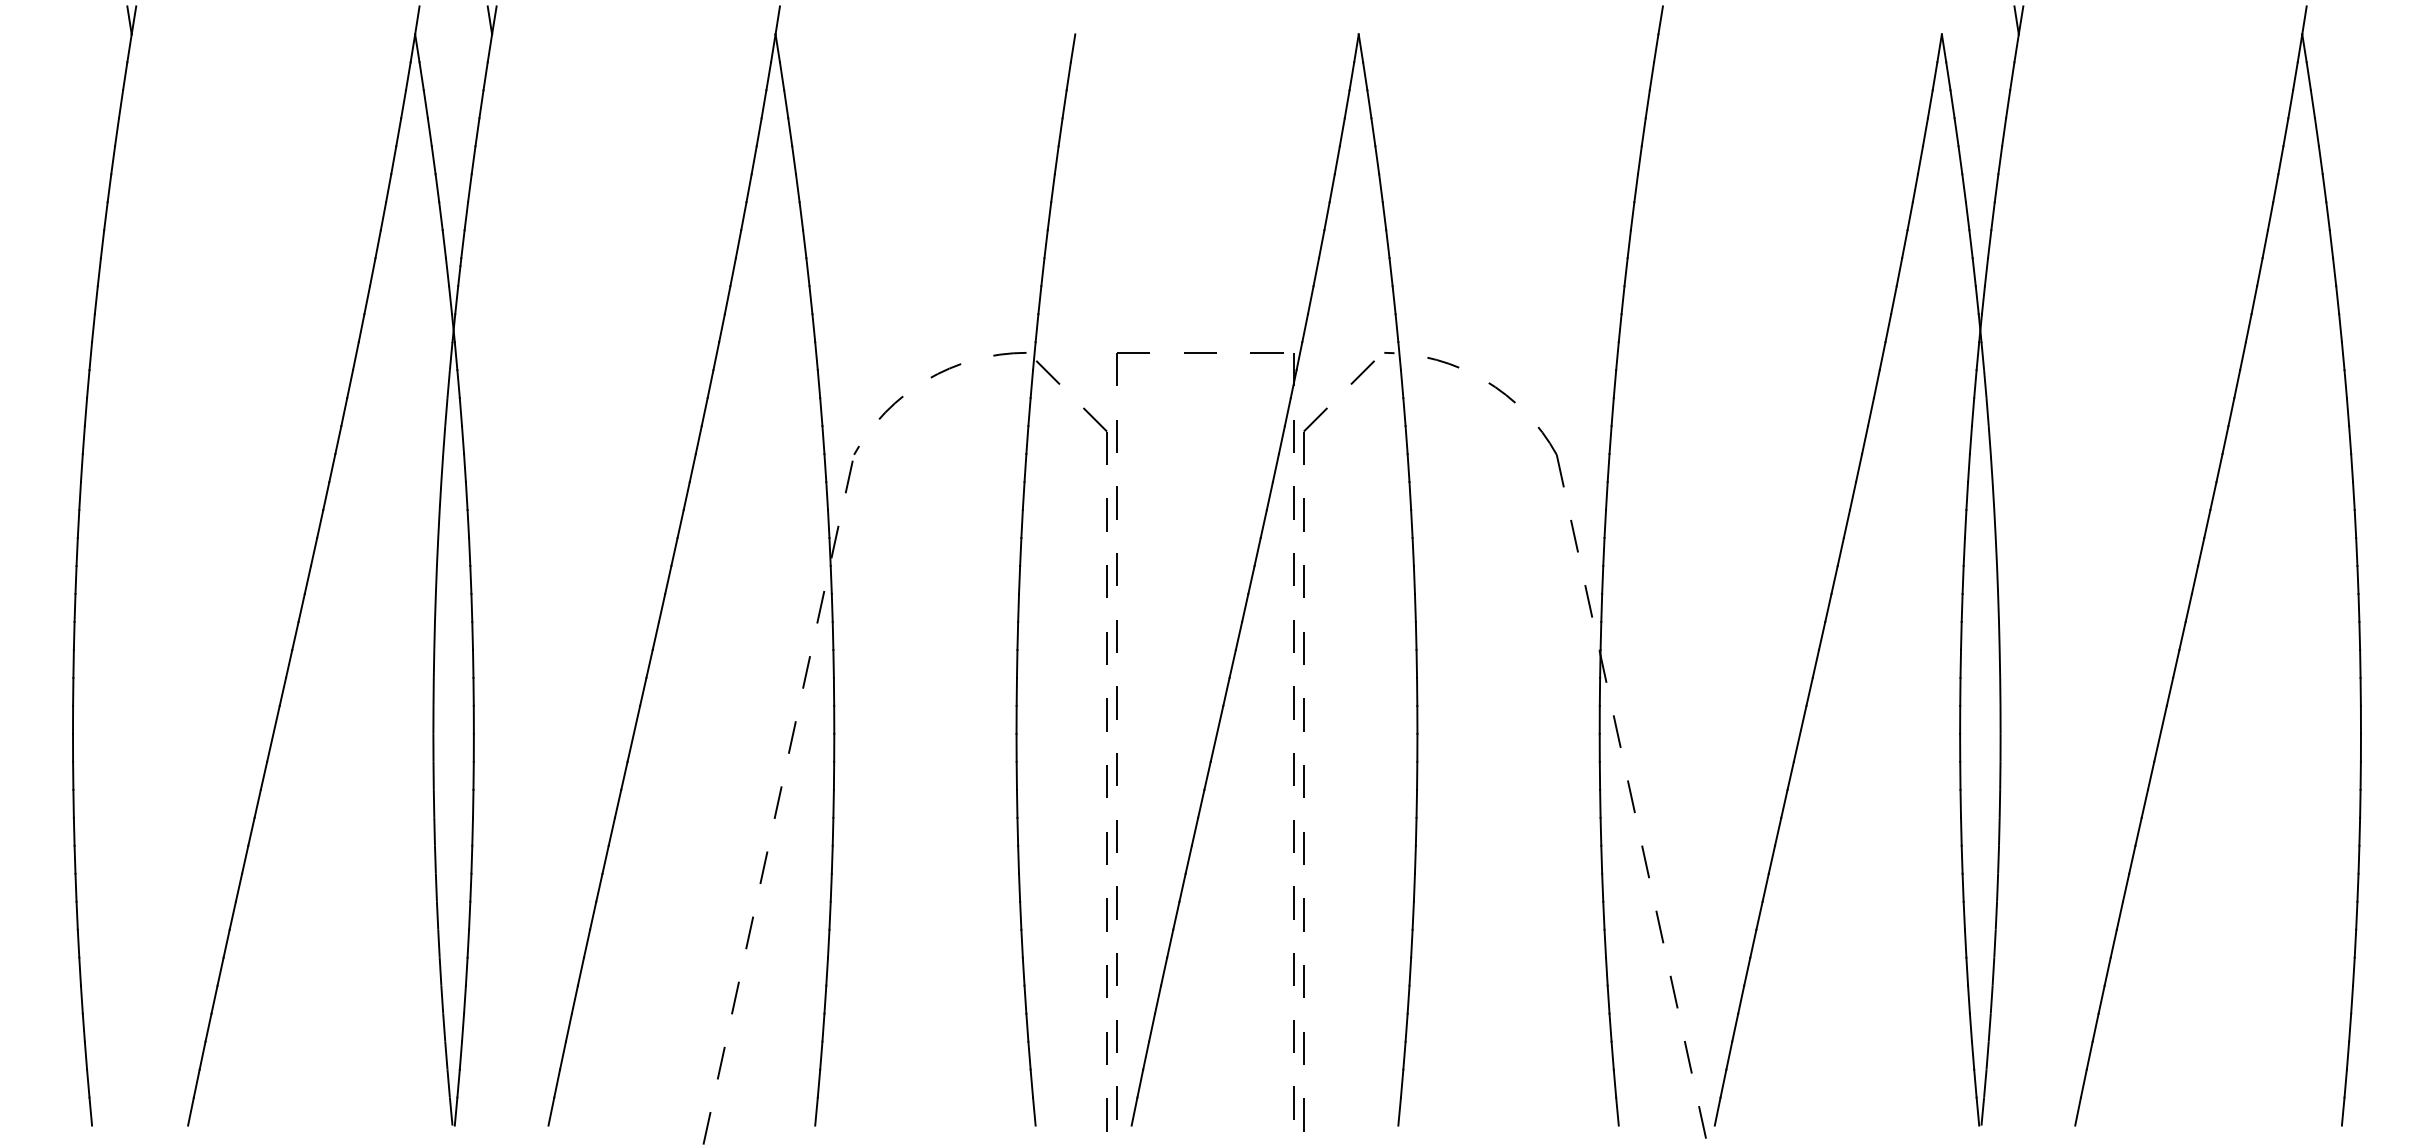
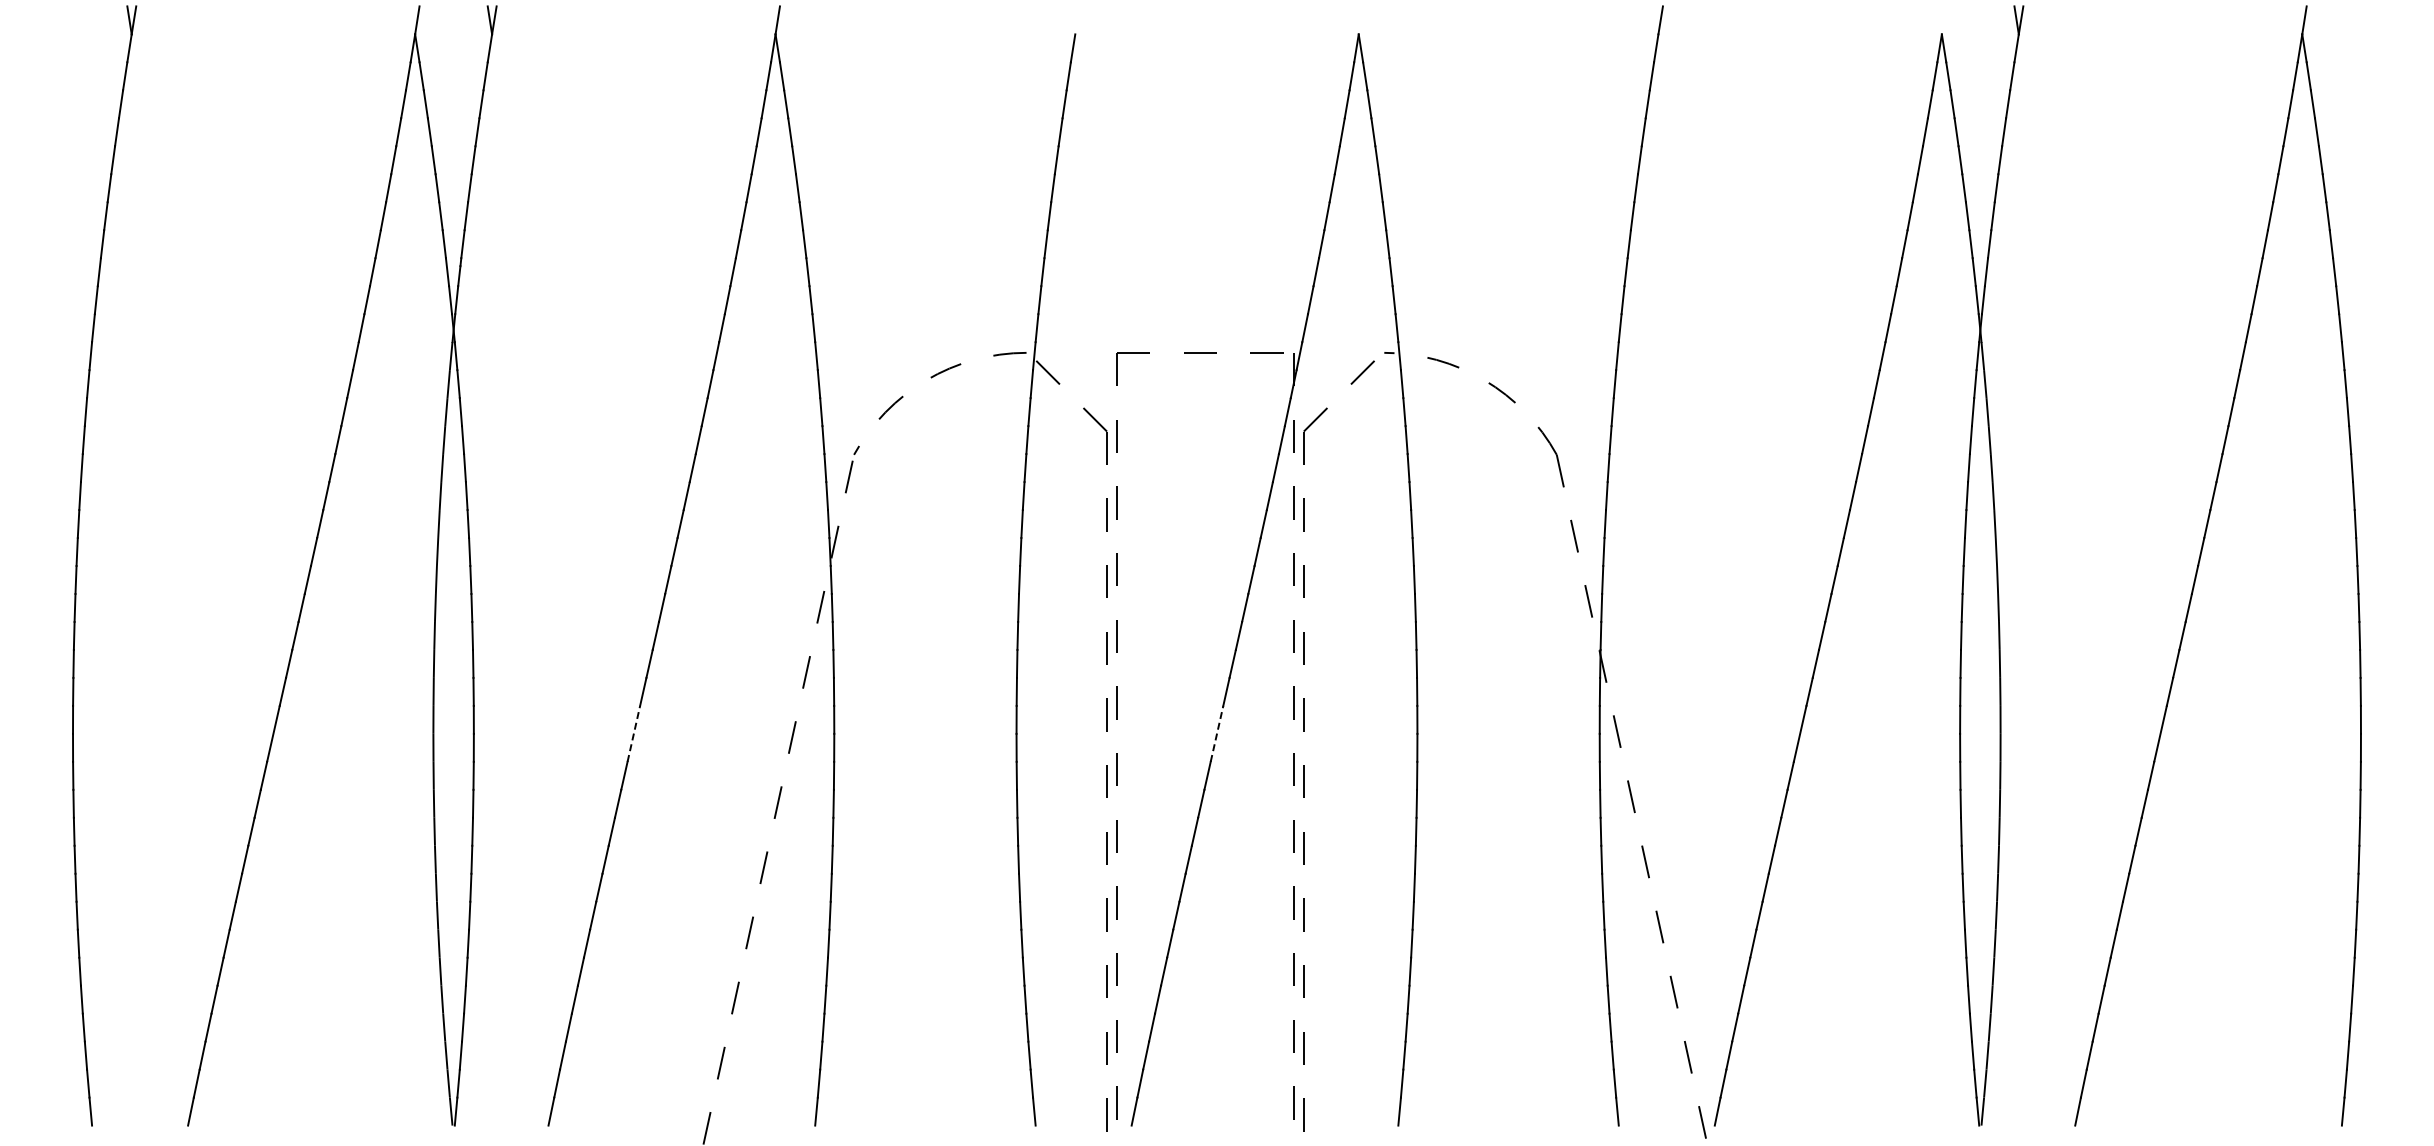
line at (633, 733): solid -> dashed
line at (1217, 733): solid -> dashed
